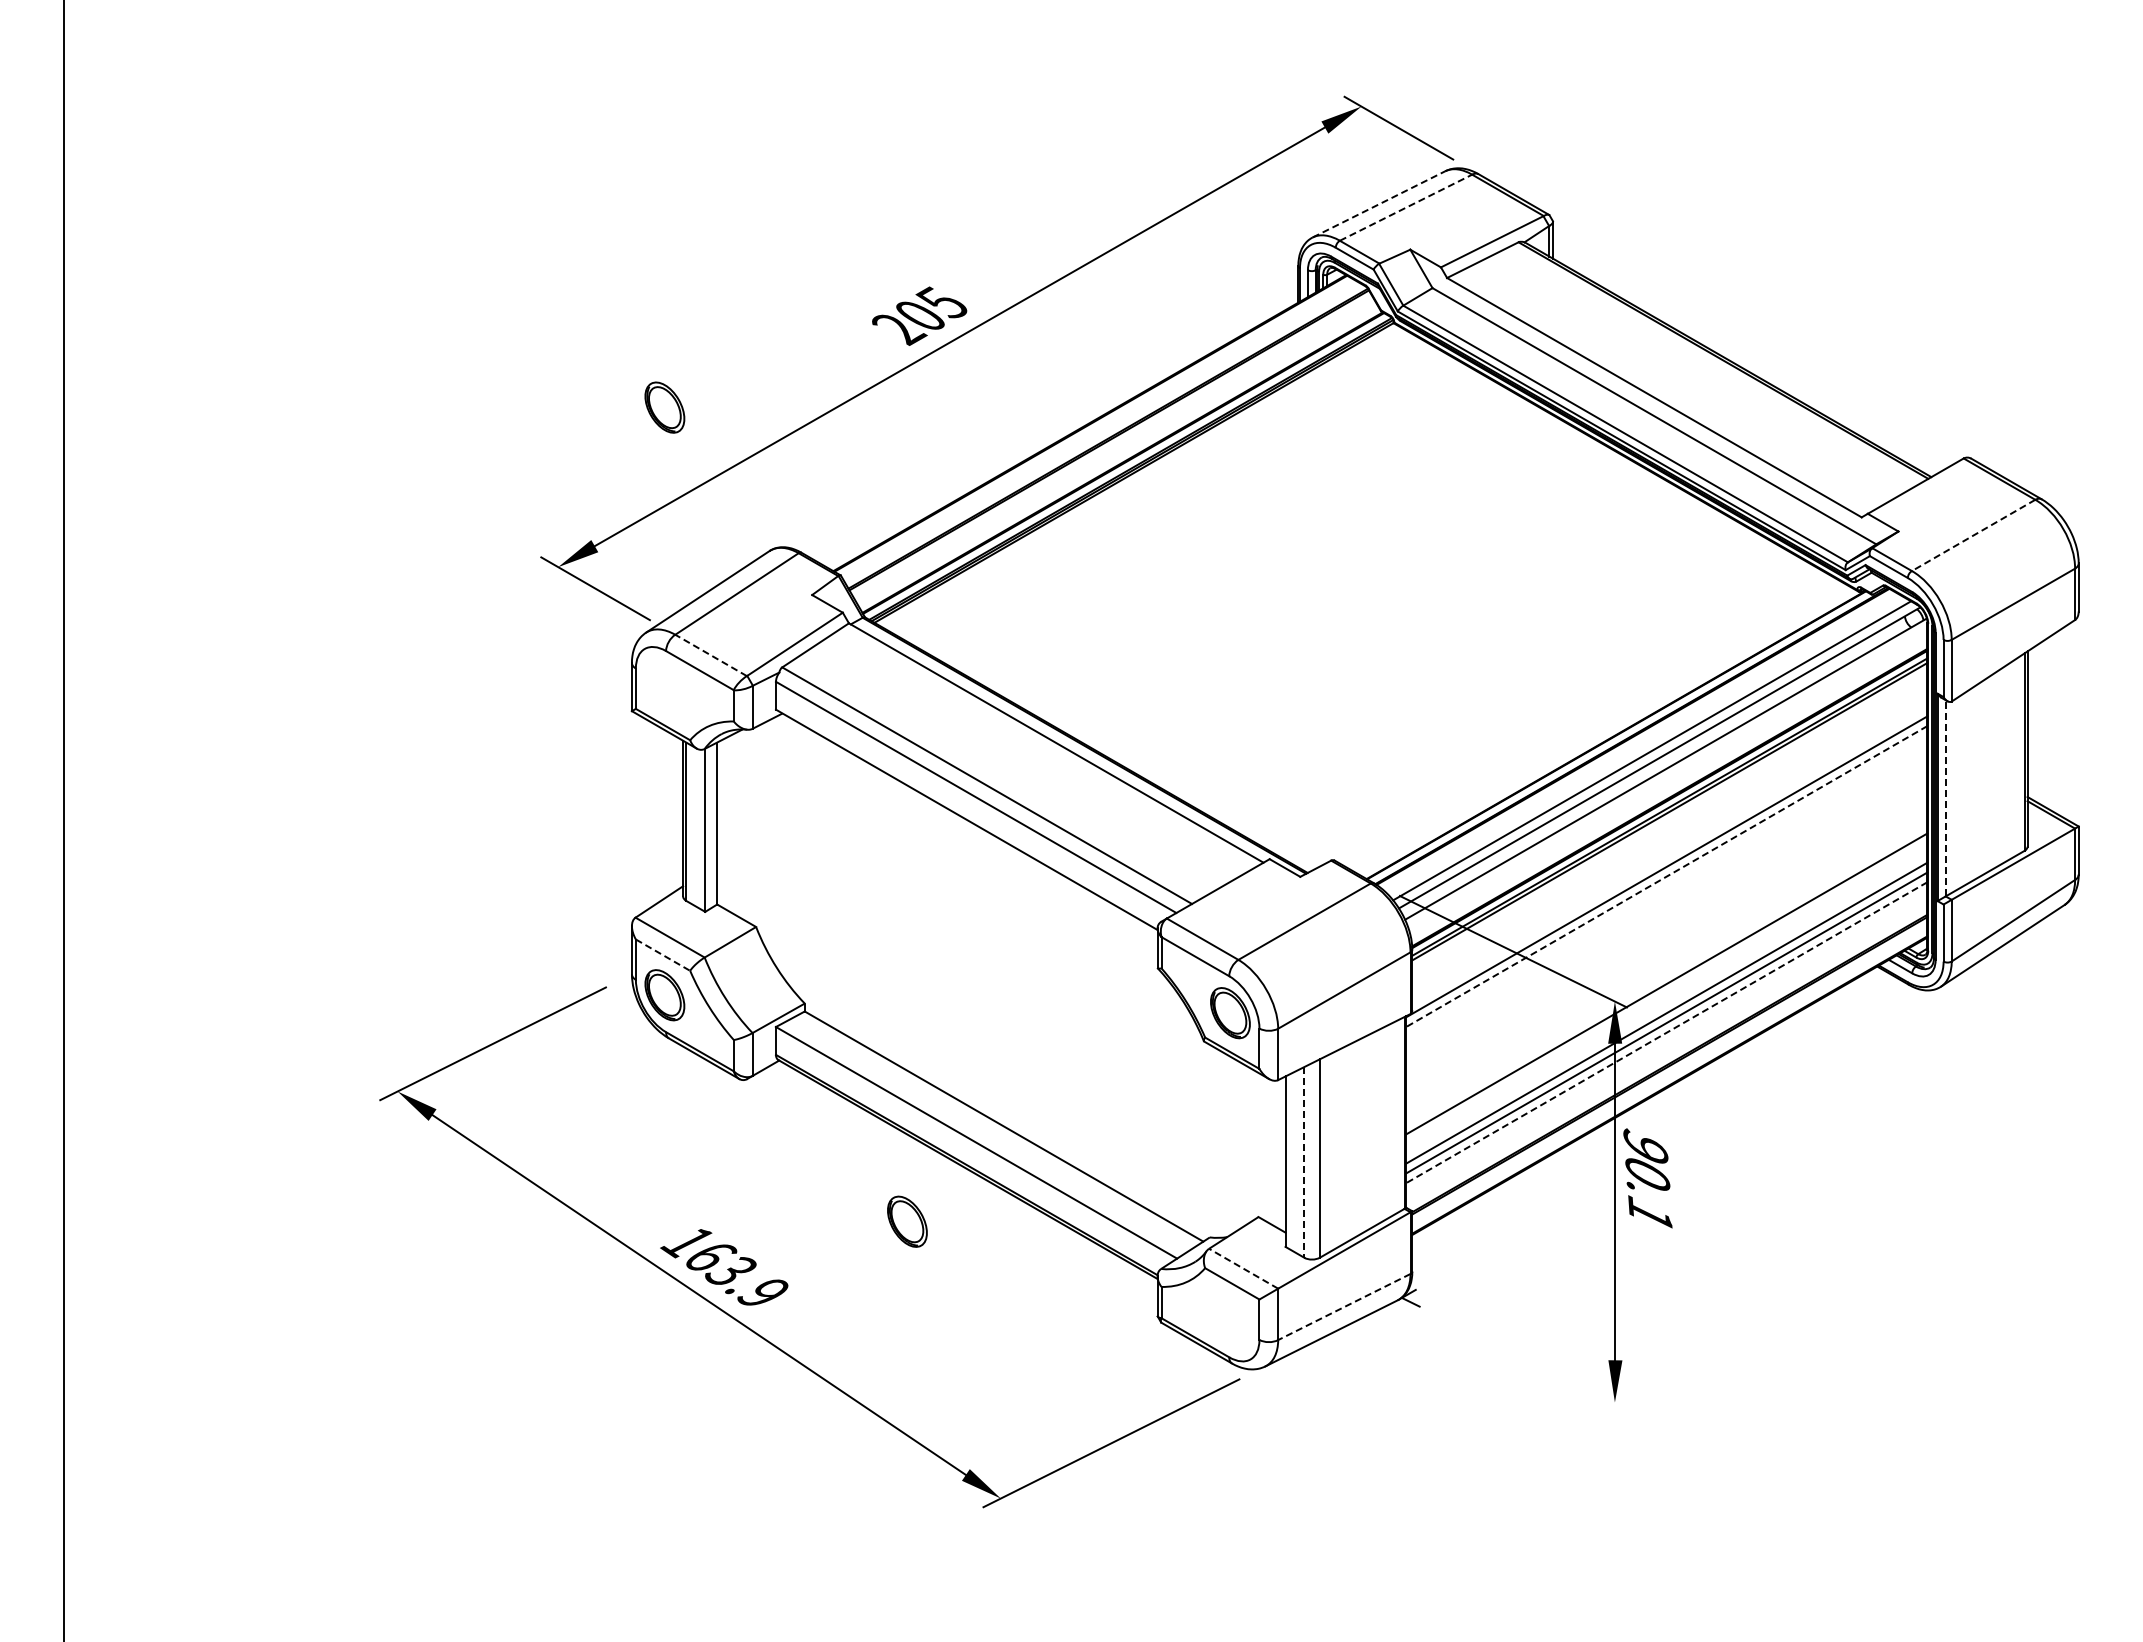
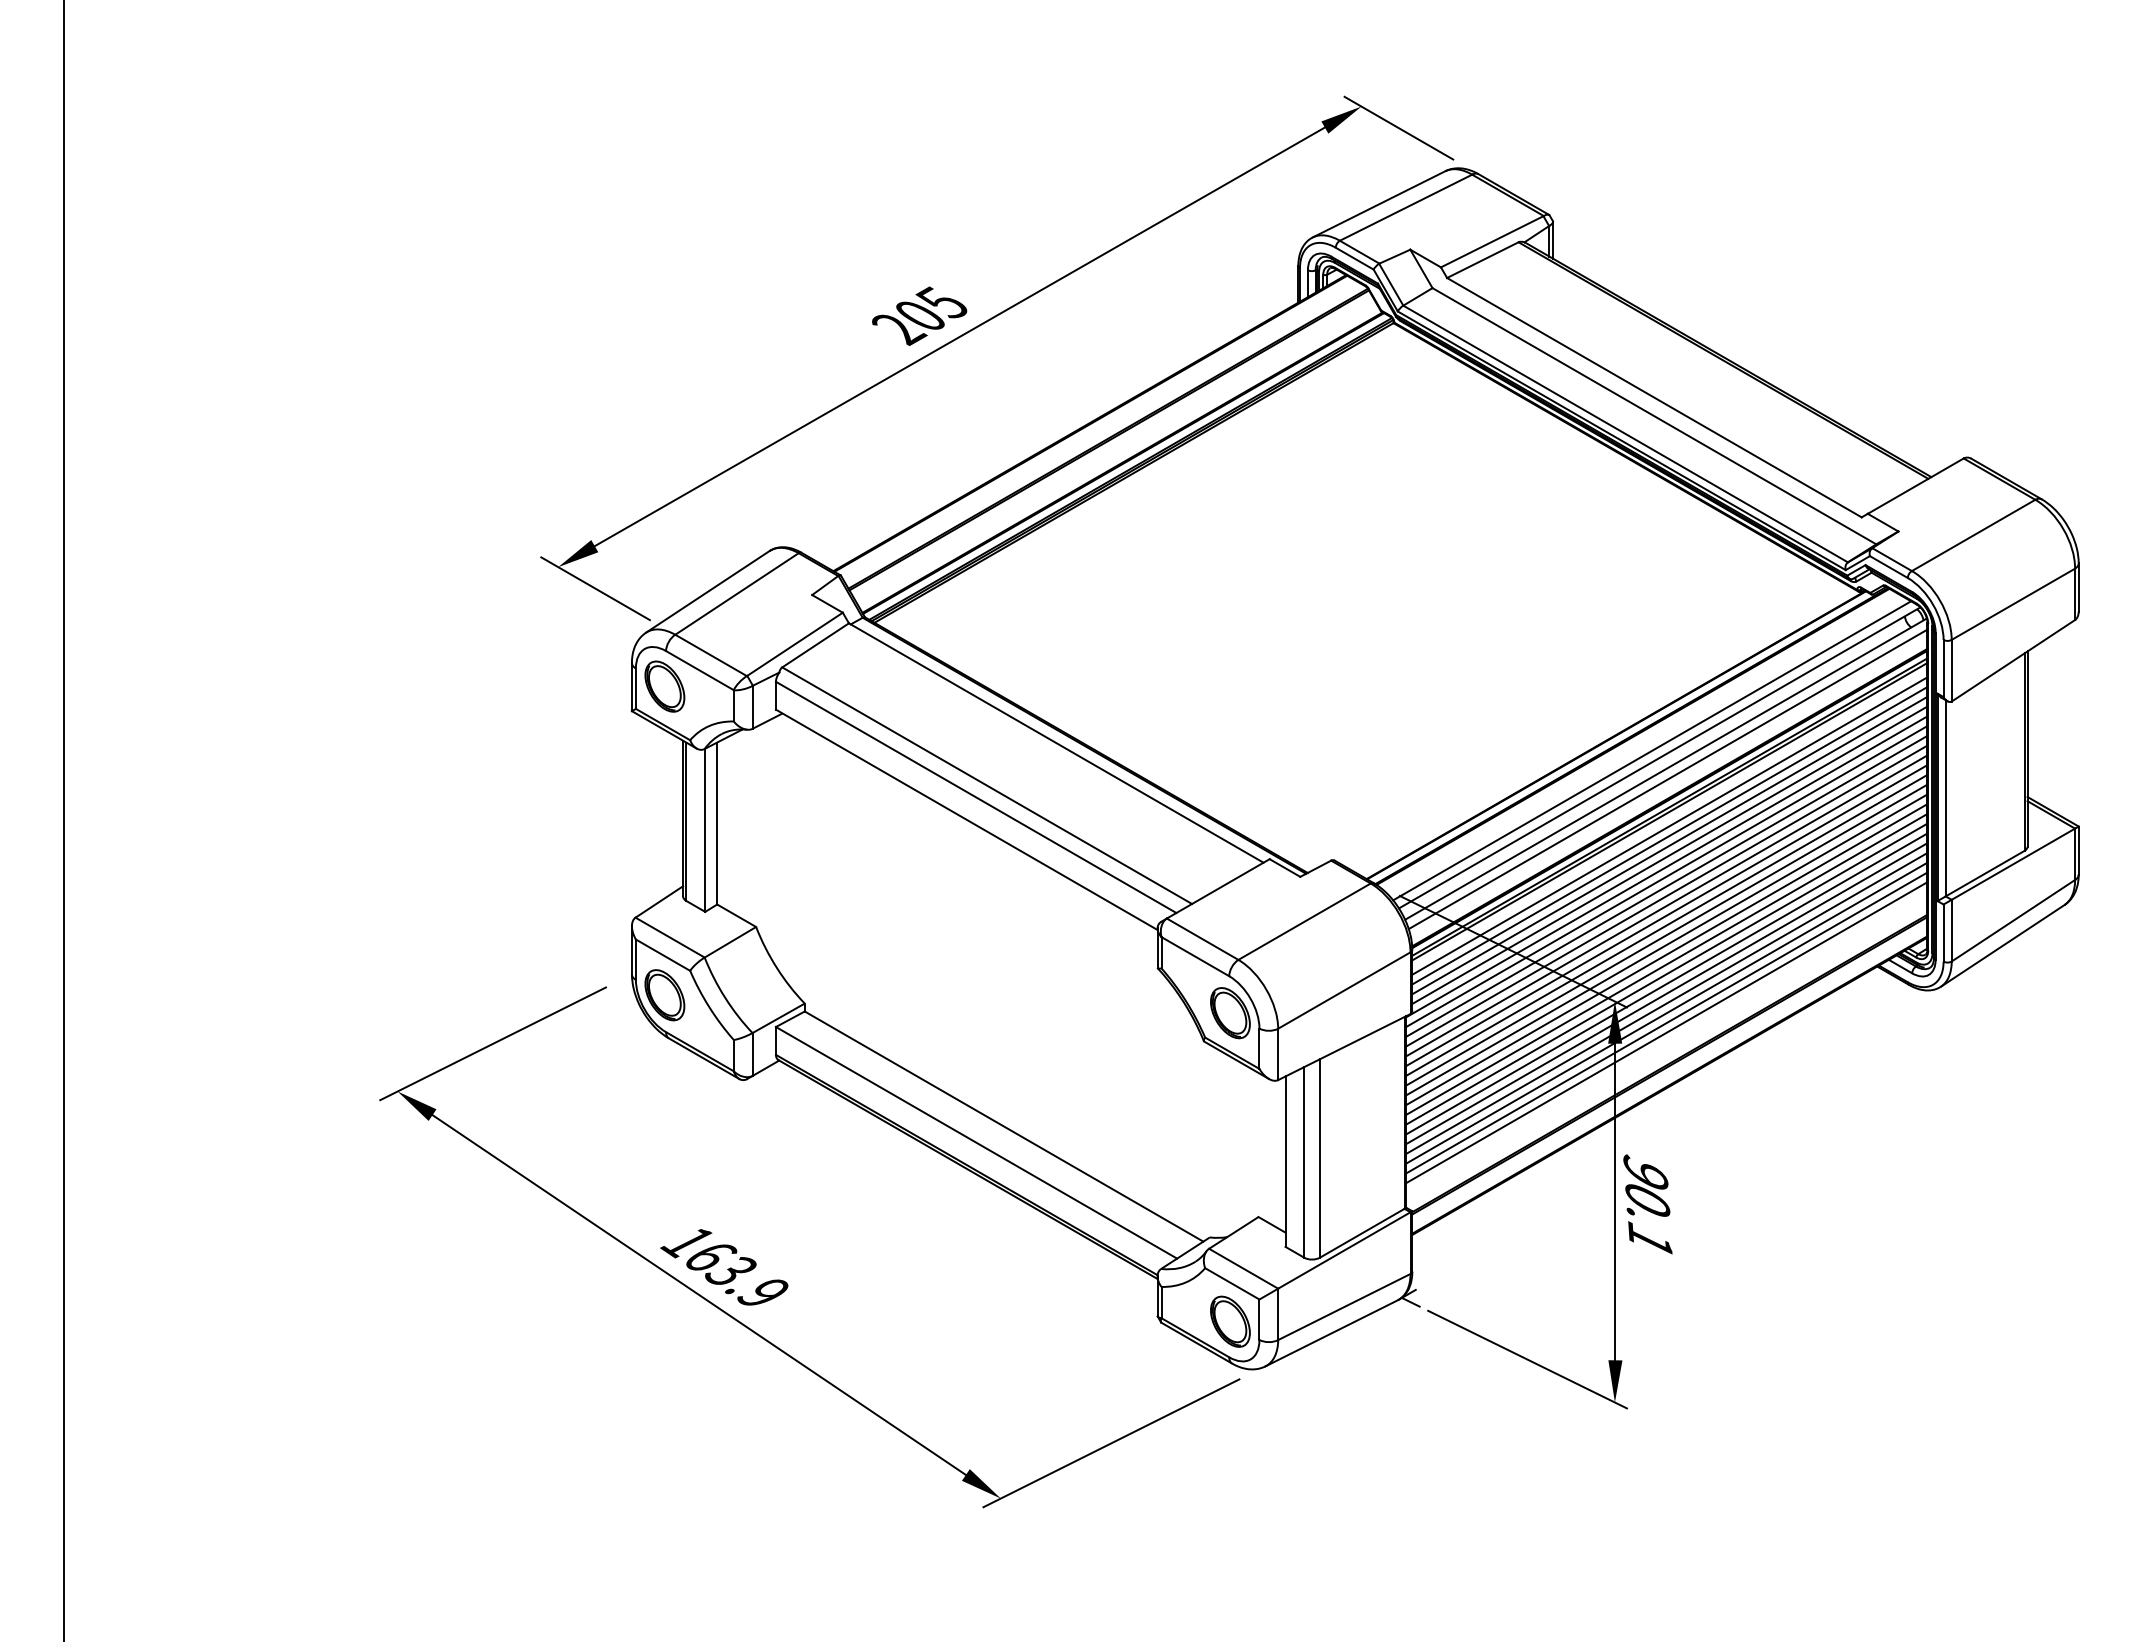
line at (1379, 204): dashed -> solid
line at (1406, 207): dashed -> solid
part at (664, 407) position: (664, 407) -> (664, 686)
line at (1973, 535): dashed -> solid
line at (710, 655): dashed -> solid
line at (1667, 779): none -> present
line at (1945, 797): dashed -> solid
line at (1669, 825): none -> present
line at (1669, 835): none -> present
line at (1669, 845): none -> present
line at (1669, 854): none -> present
line at (1666, 876): dashed -> solid
line at (1666, 885): none -> present
line at (1666, 895): none -> present
line at (1666, 905): none -> present
line at (1666, 915): none -> present
line at (1666, 924): none -> present
line at (1666, 934): none -> present
line at (1666, 944): none -> present
line at (1666, 954): none -> present
line at (663, 955): dashed -> solid
line at (1666, 963): none -> present
line at (1666, 973): none -> present
line at (1666, 993): none -> present
line at (1666, 1003): none -> present
line at (1666, 1032): dashed -> solid
line at (1304, 1162): dashed -> solid
text at (1647, 1178) position: (1647, 1178) -> (1647, 1204)
part at (907, 1221) position: (907, 1221) -> (1230, 1321)
line at (1243, 1268): dashed -> solid
line at (1344, 1307): dashed -> solid
line at (1527, 1359): none -> present
